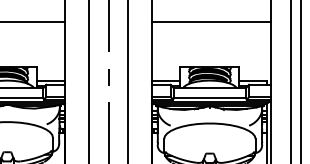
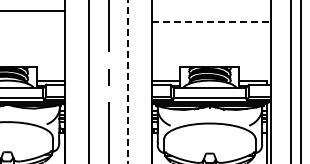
line at (33, 21) position: (33, 21) -> (33, 10)
line at (211, 21): solid -> dashed
line at (128, 82): solid -> dashed
